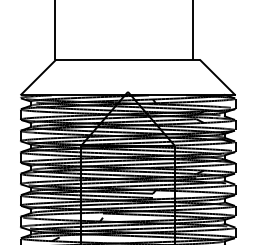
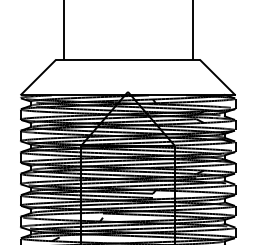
line at (54, 30) position: (54, 30) -> (63, 30)
